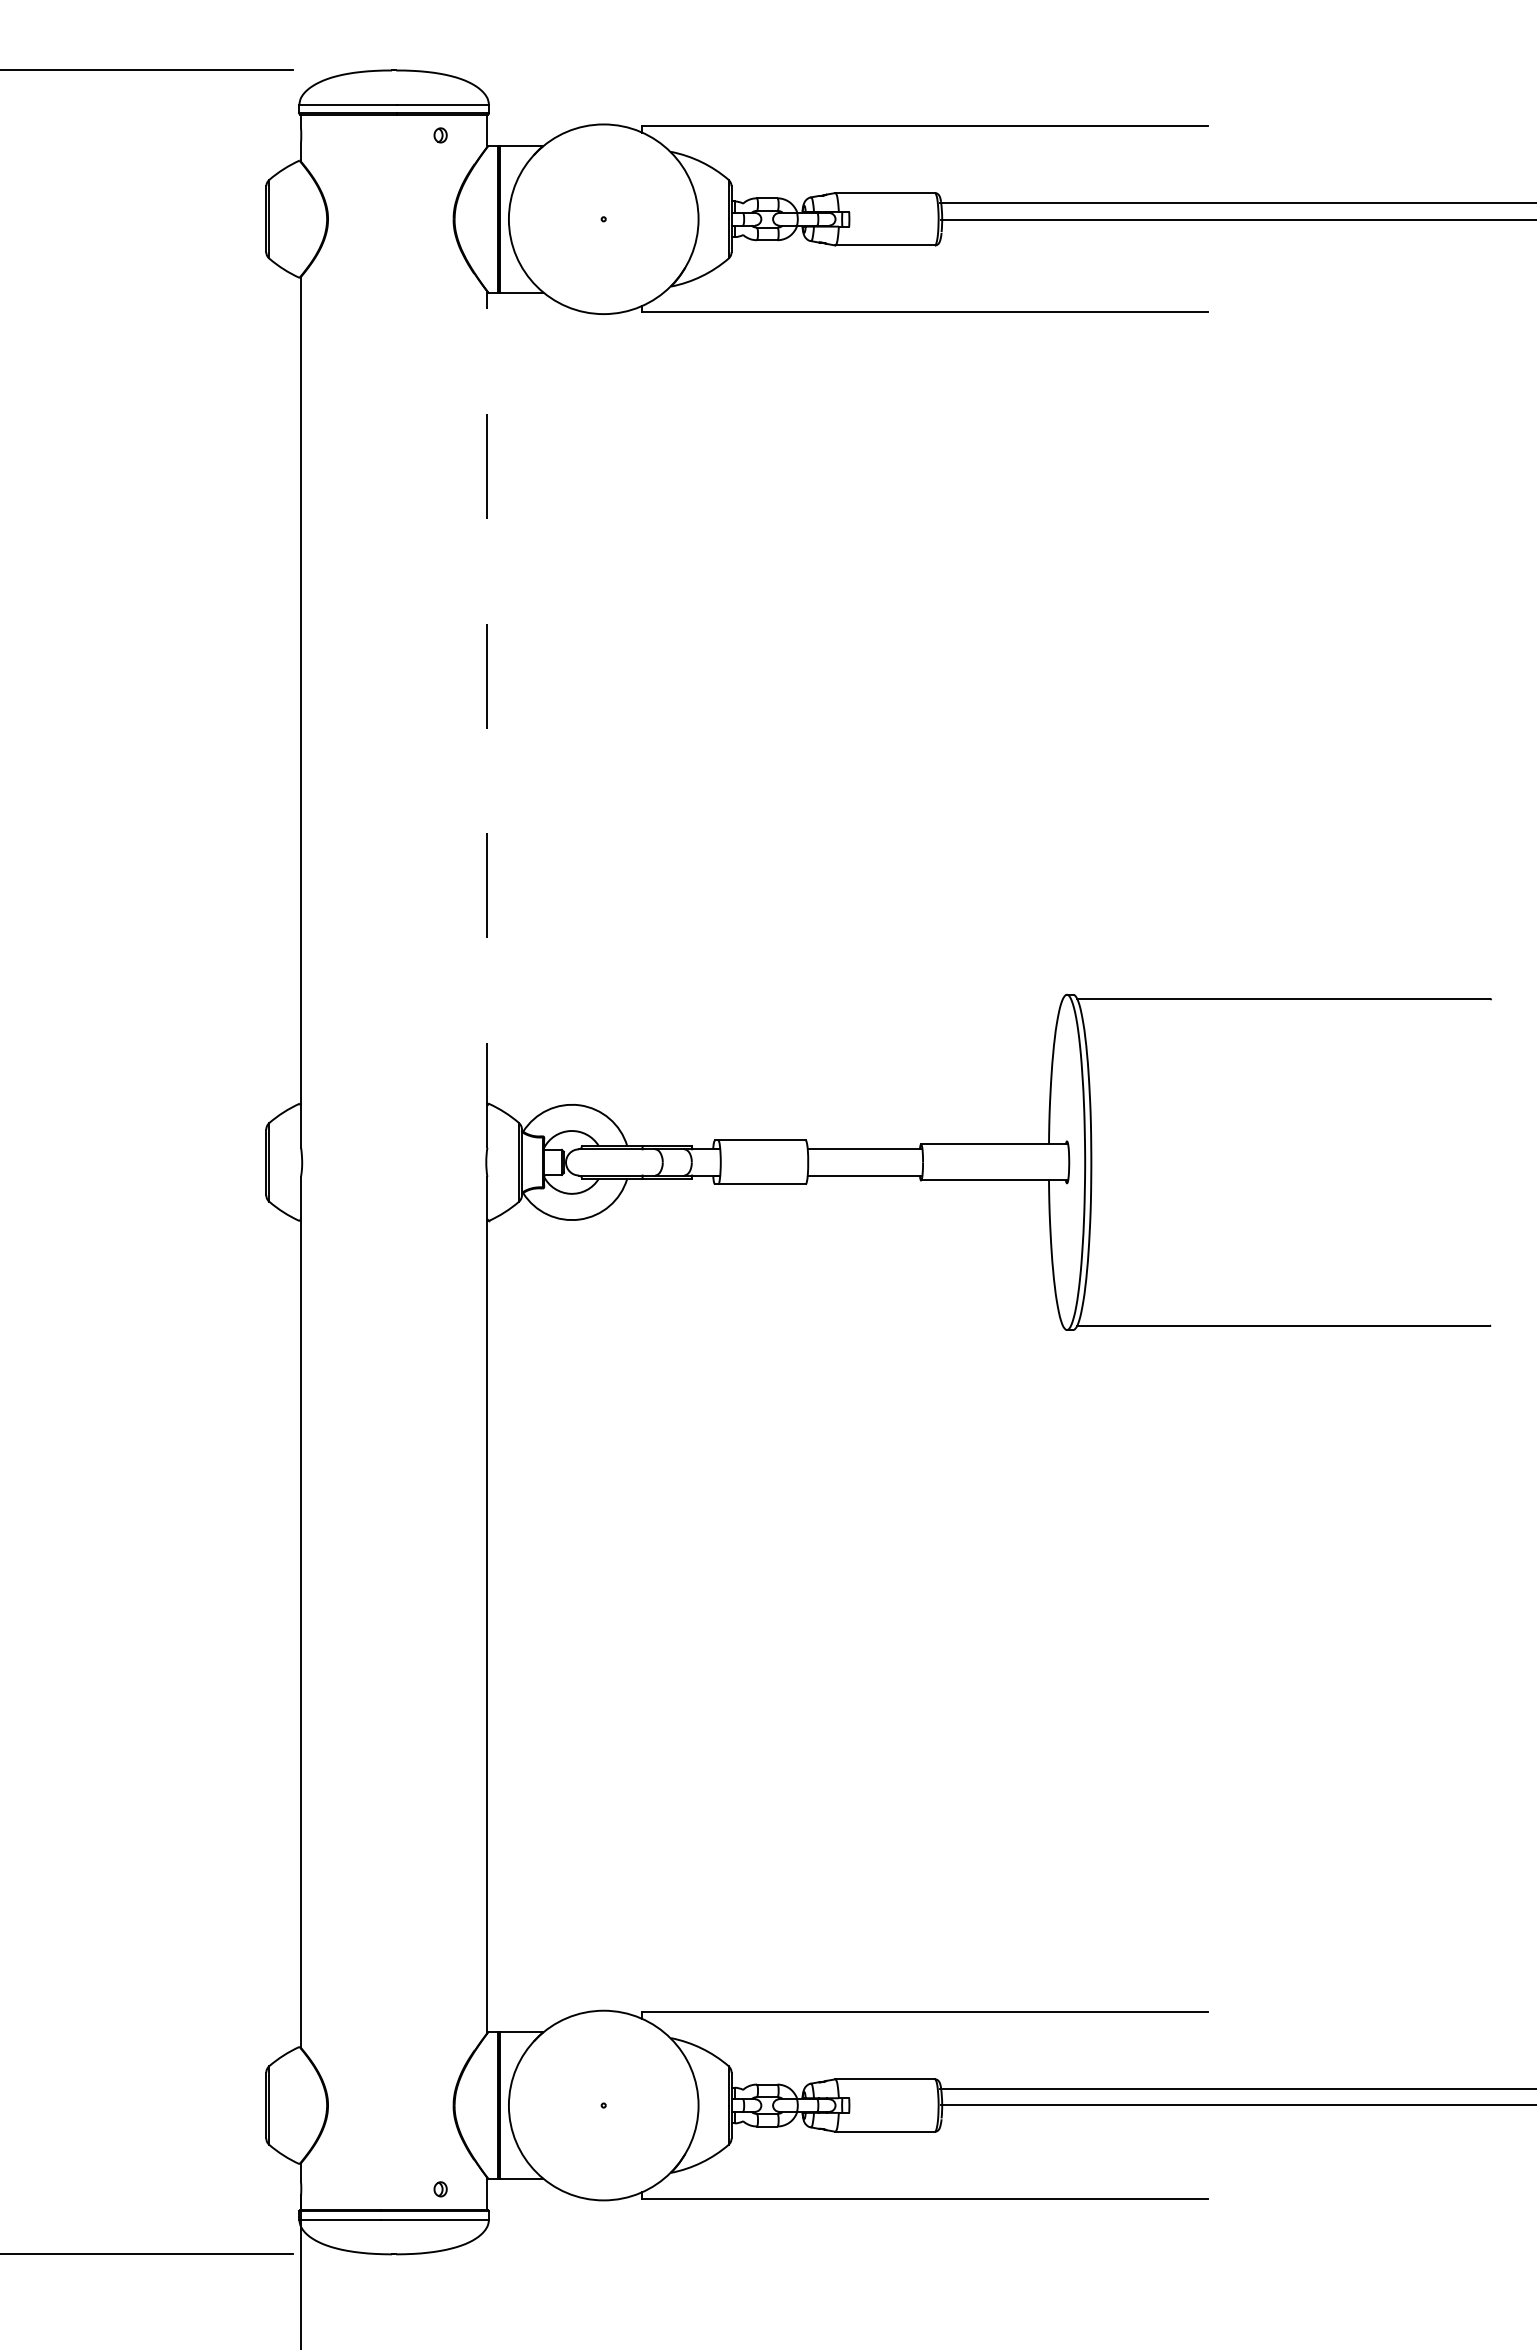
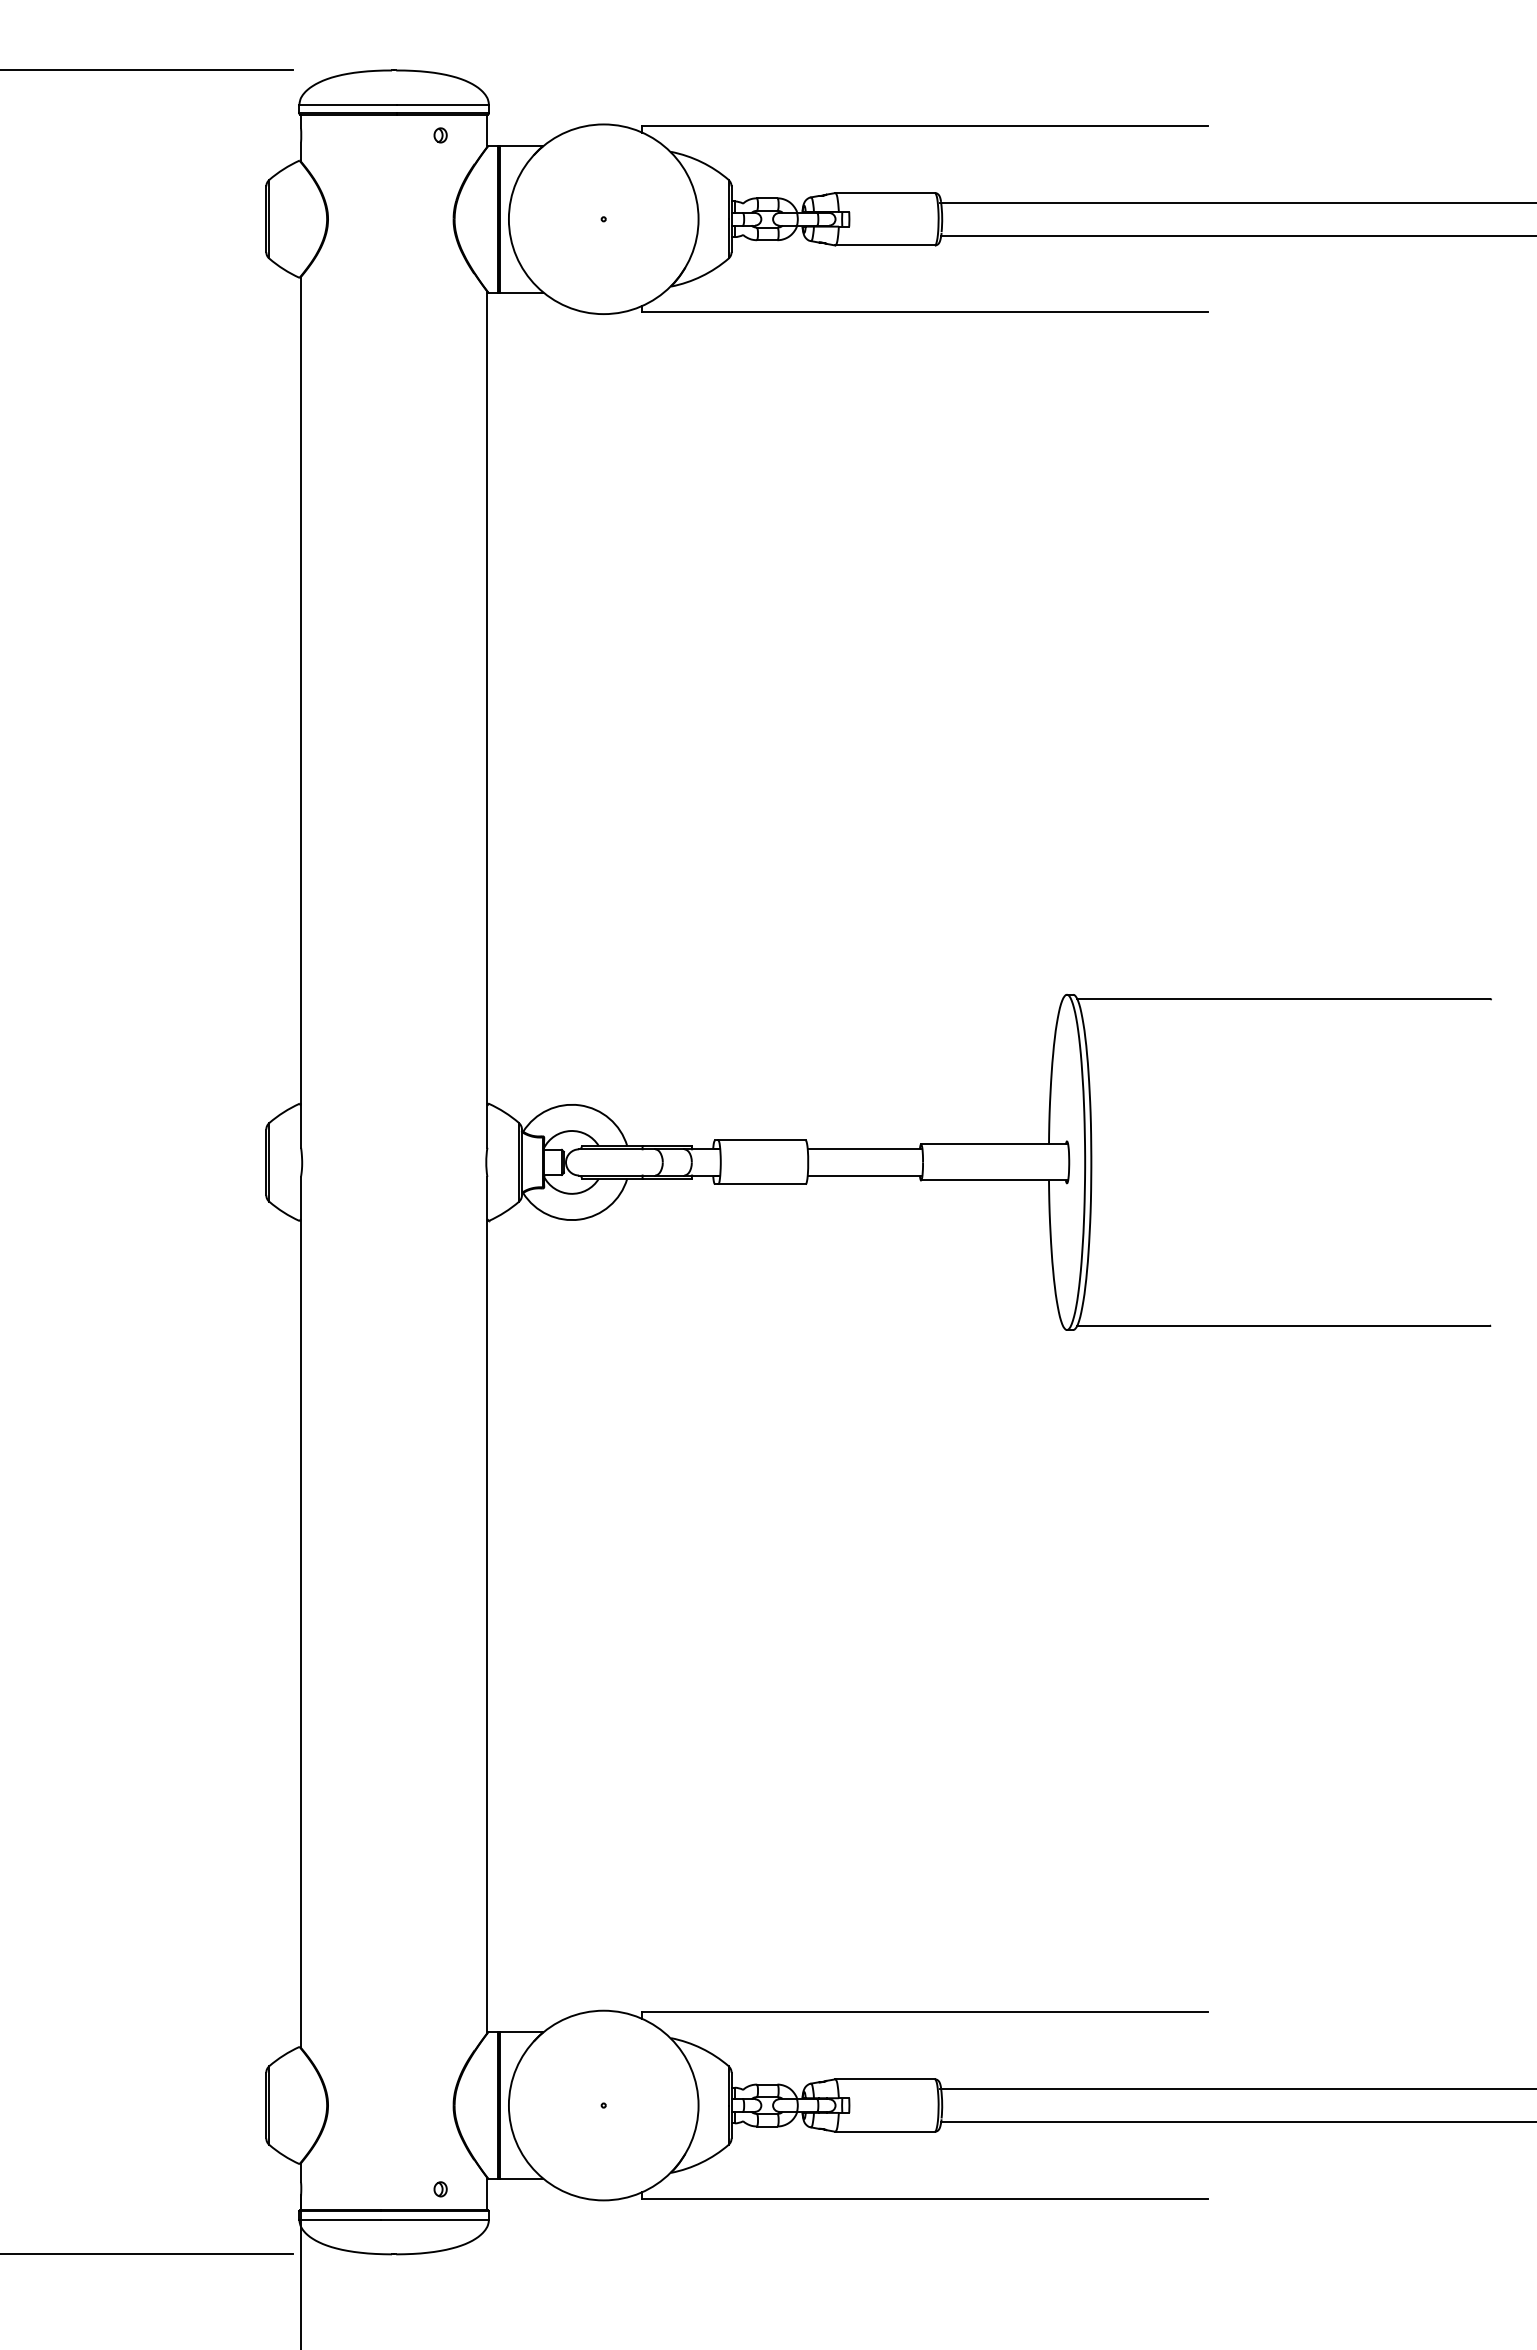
line at (1237, 220) position: (1237, 220) -> (1237, 236)
line at (487, 720): dashed -> solid
line at (1237, 2105) position: (1237, 2105) -> (1237, 2122)
